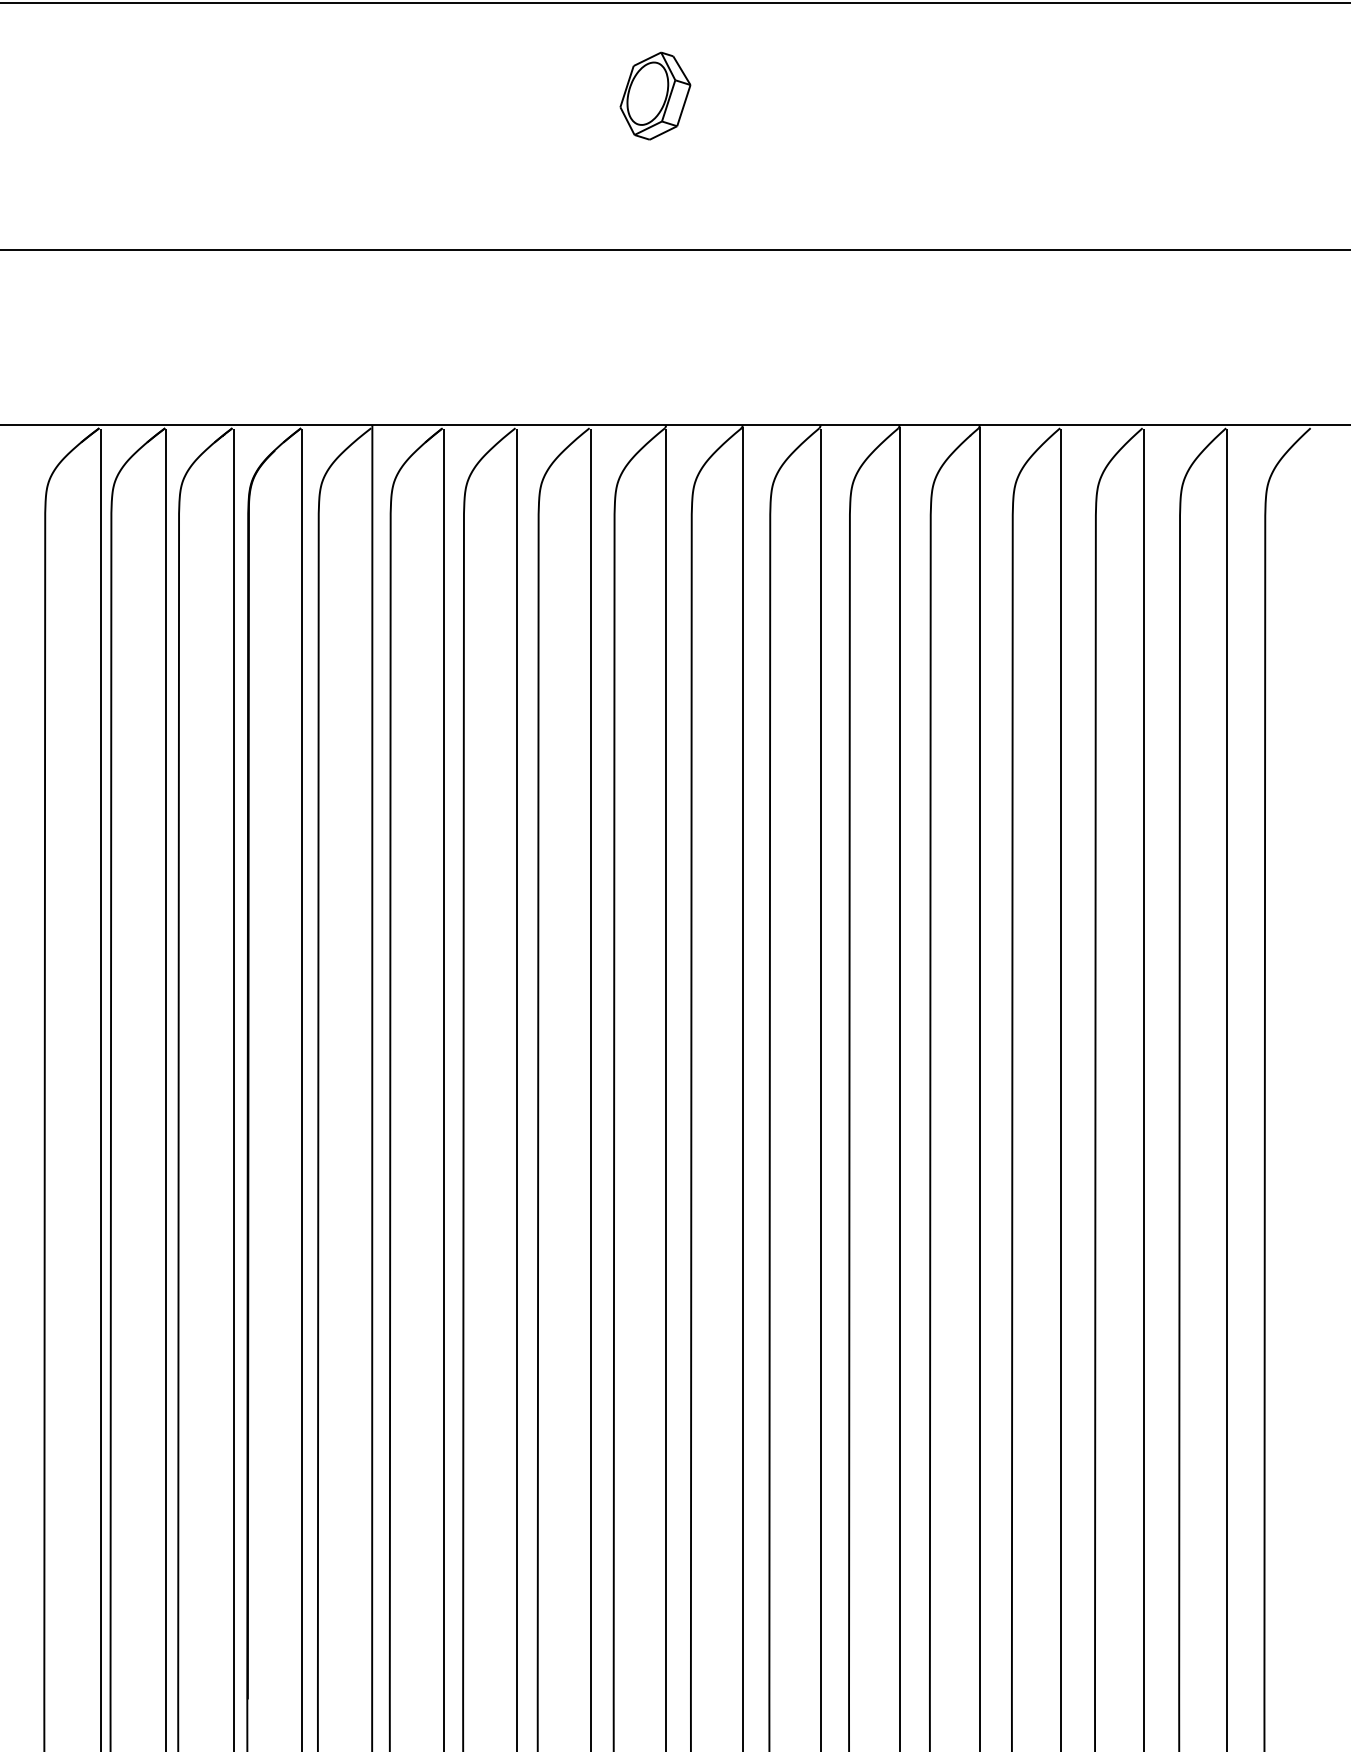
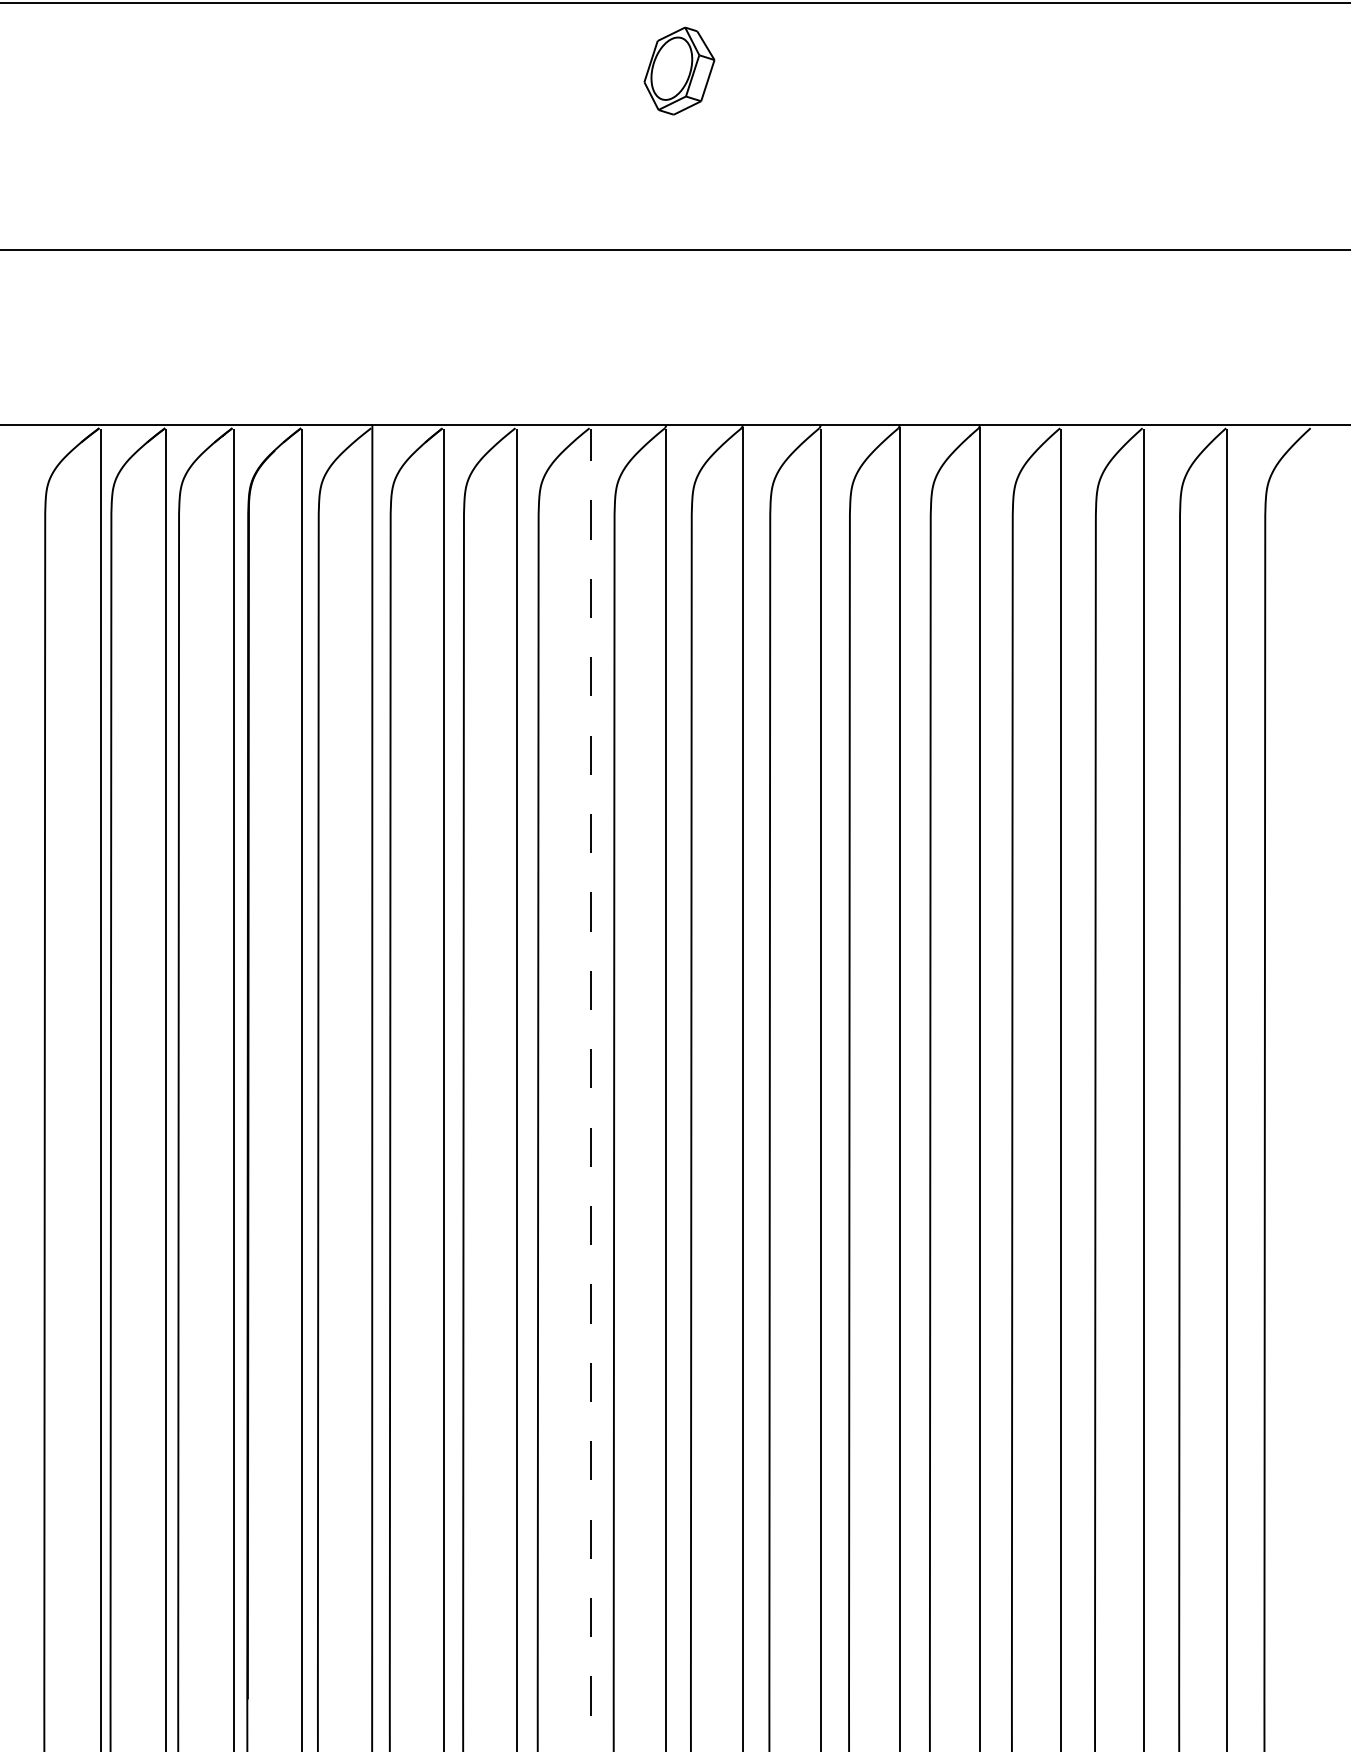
part at (655, 95) position: (655, 95) -> (679, 70)
line at (590, 1090): solid -> dashed
